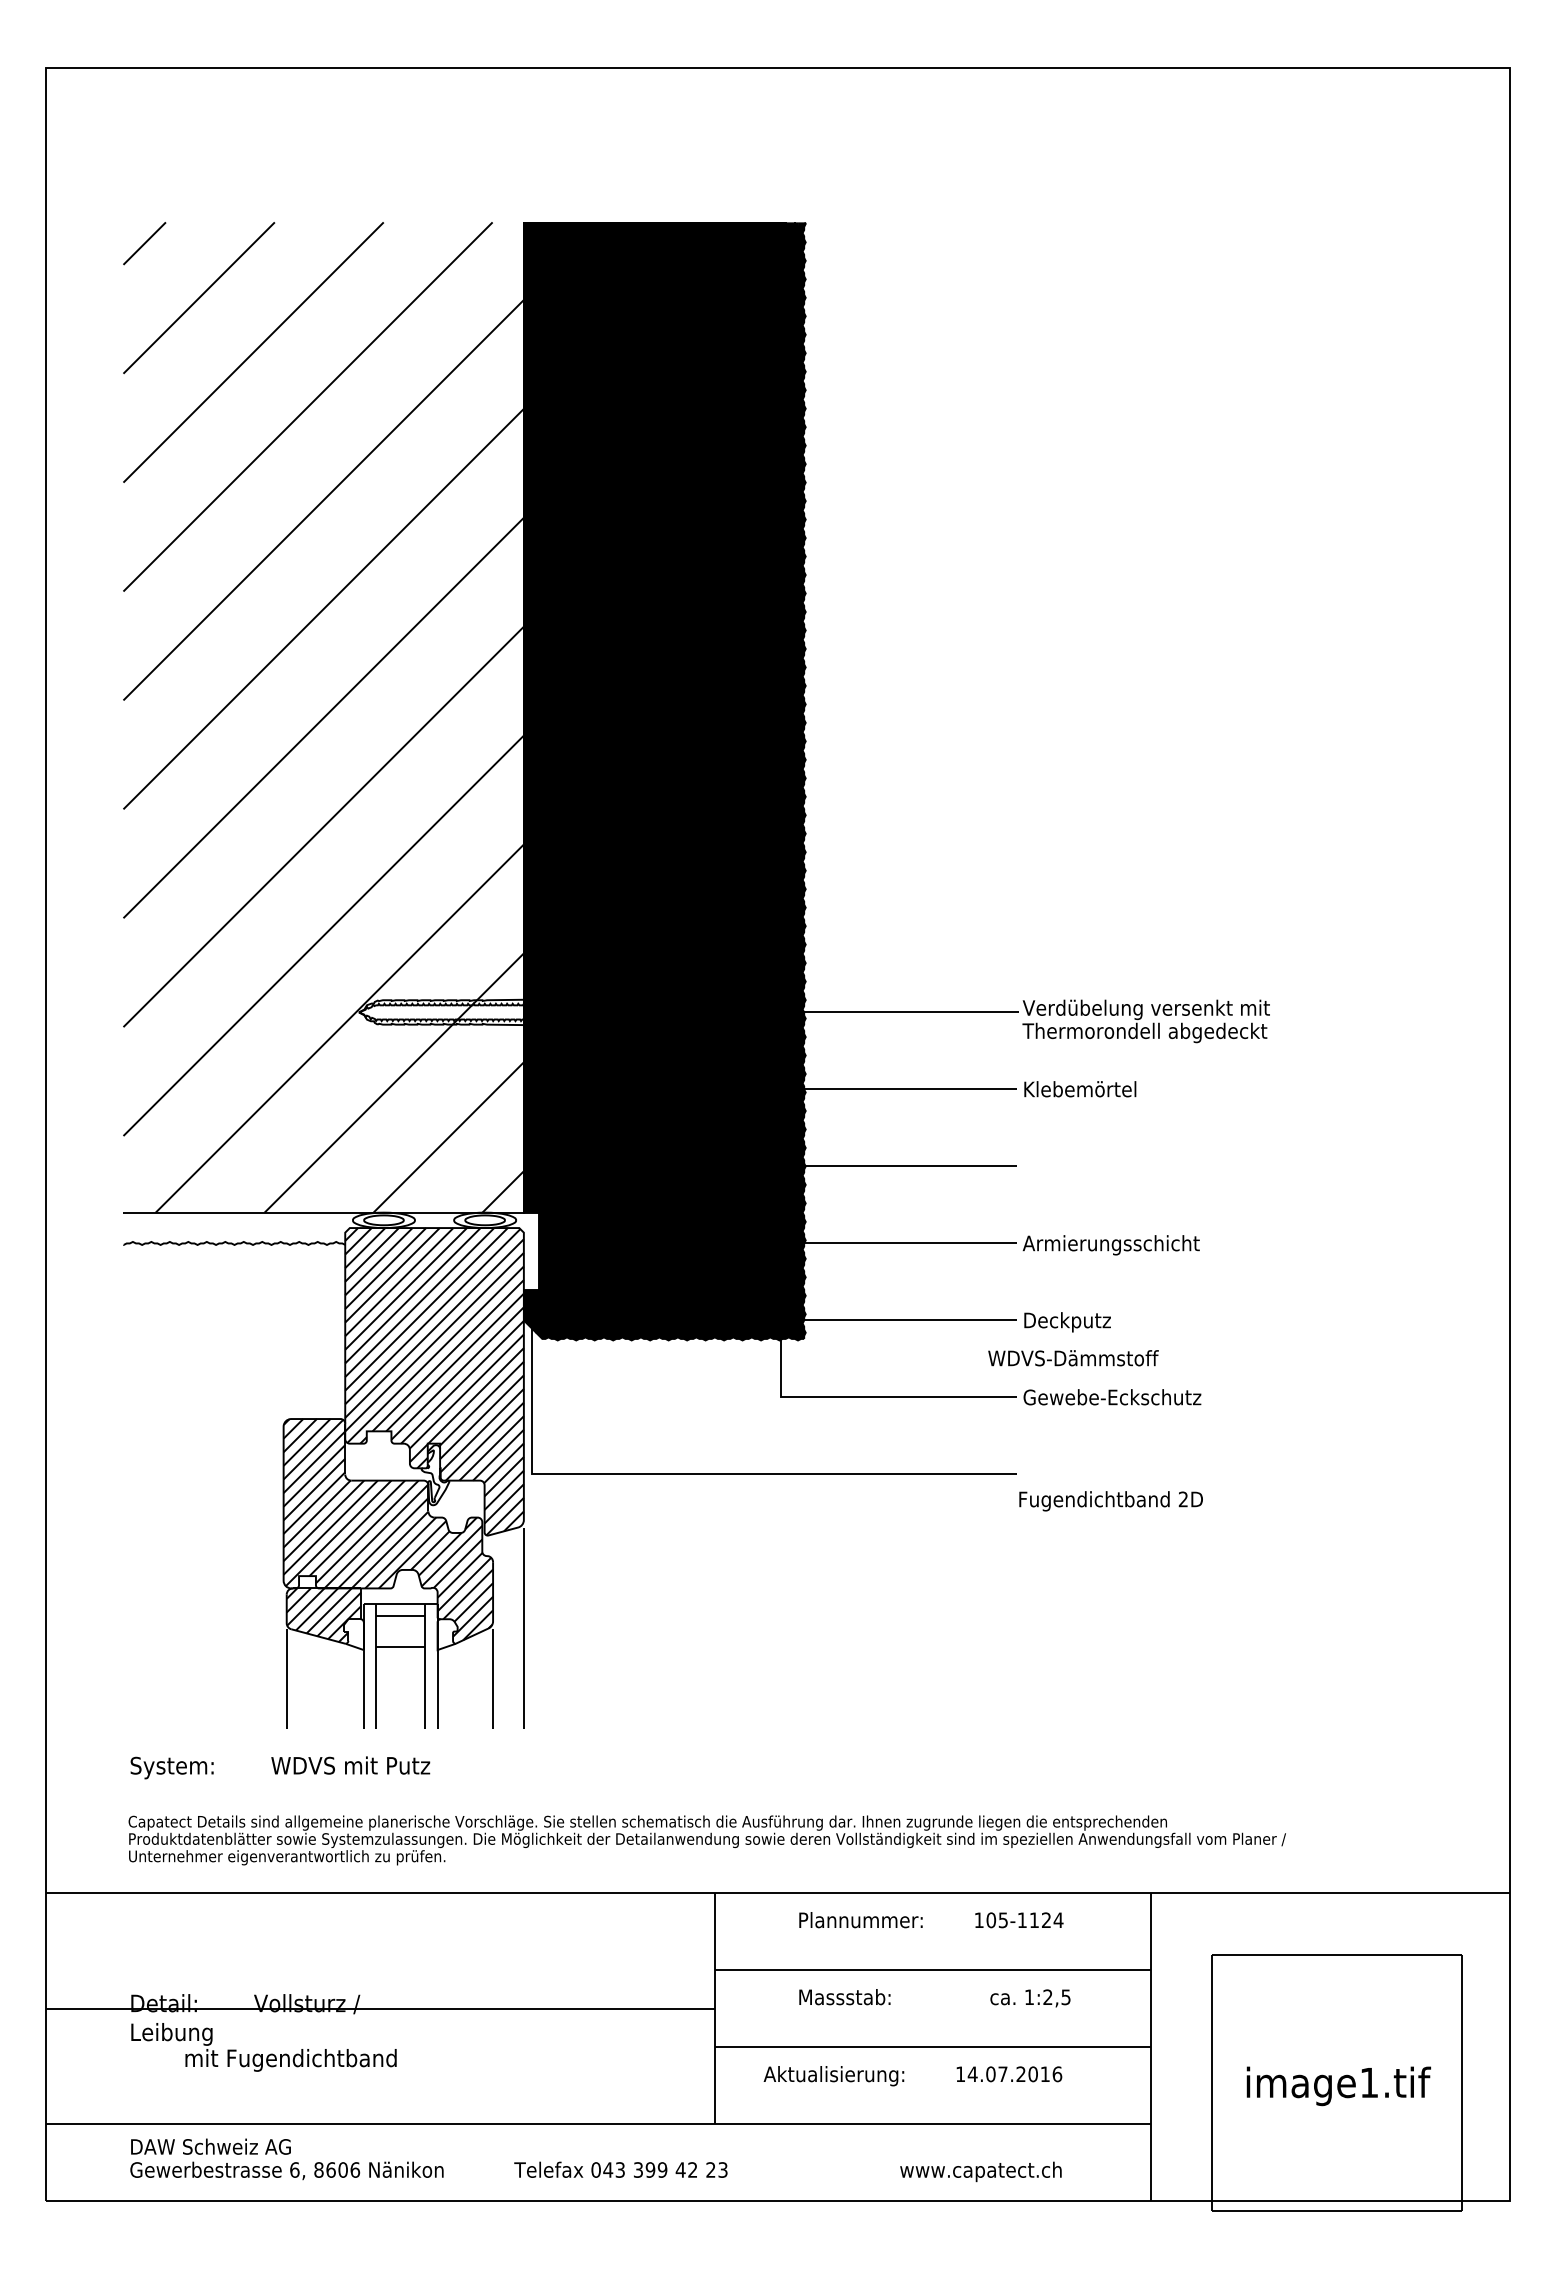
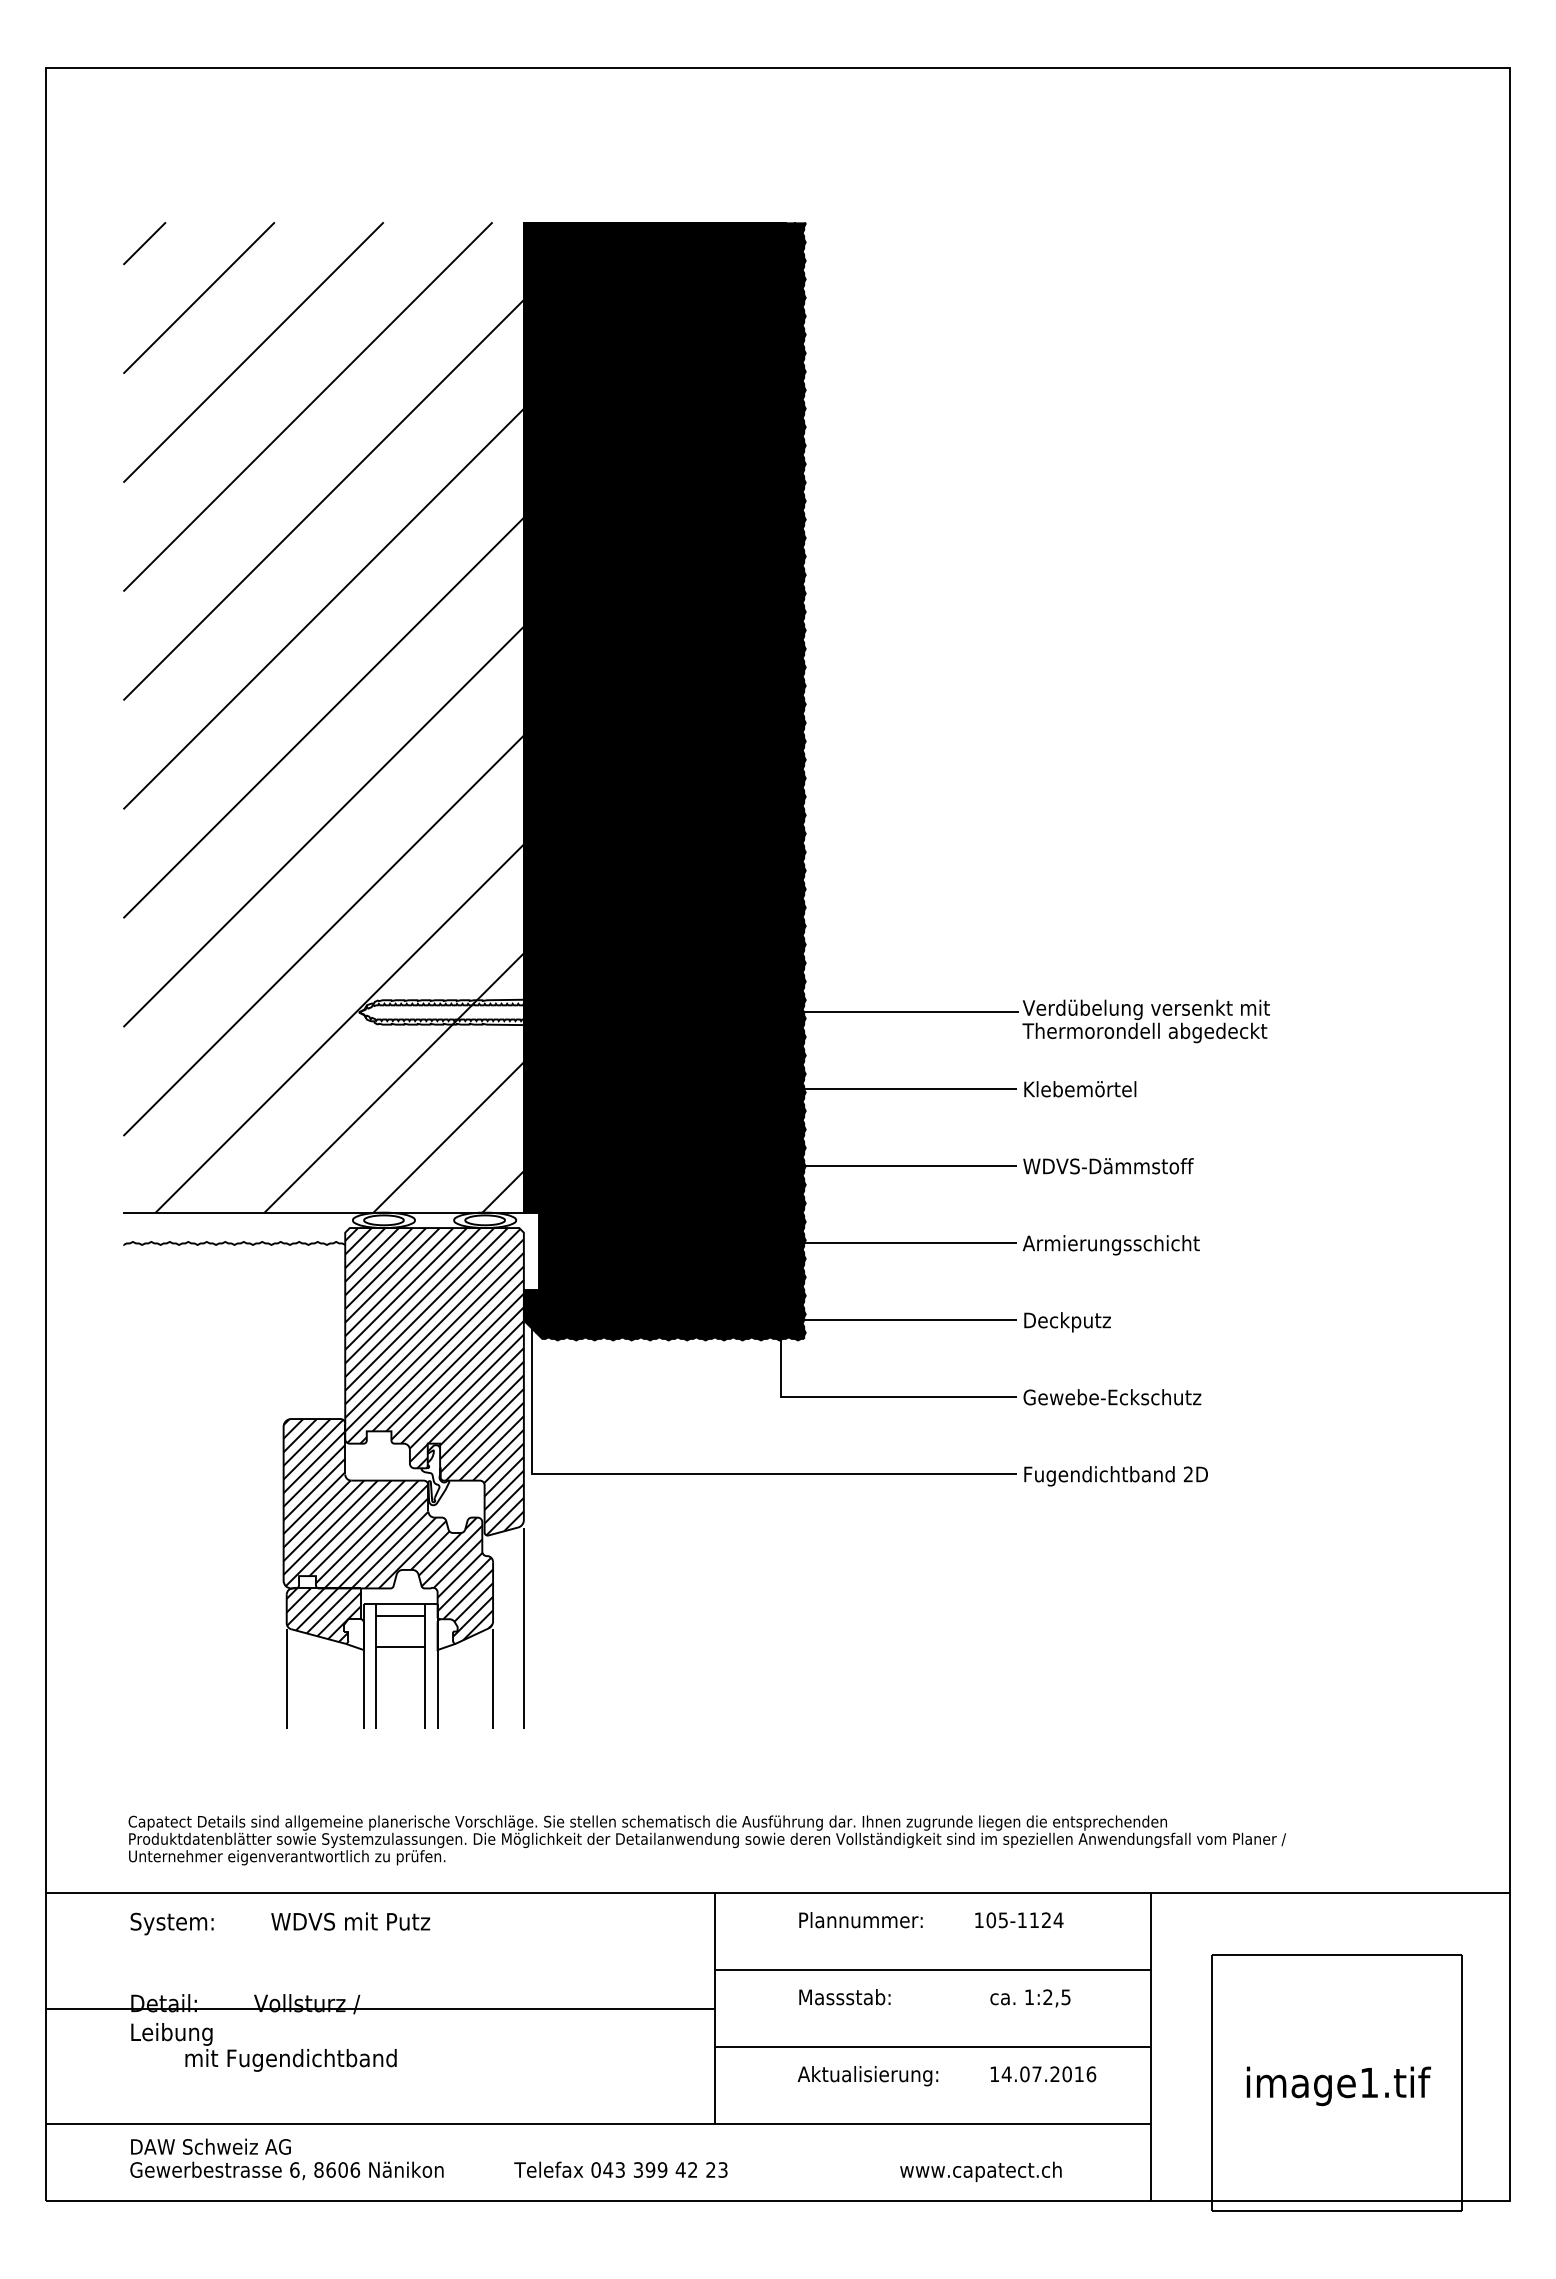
text at (1073, 1358) position: (1073, 1358) -> (1108, 1166)
text at (1110, 1501) position: (1110, 1501) -> (1115, 1476)
text at (280, 1767) position: (280, 1767) -> (280, 1923)
text at (912, 2076) position: (912, 2076) -> (946, 2076)
